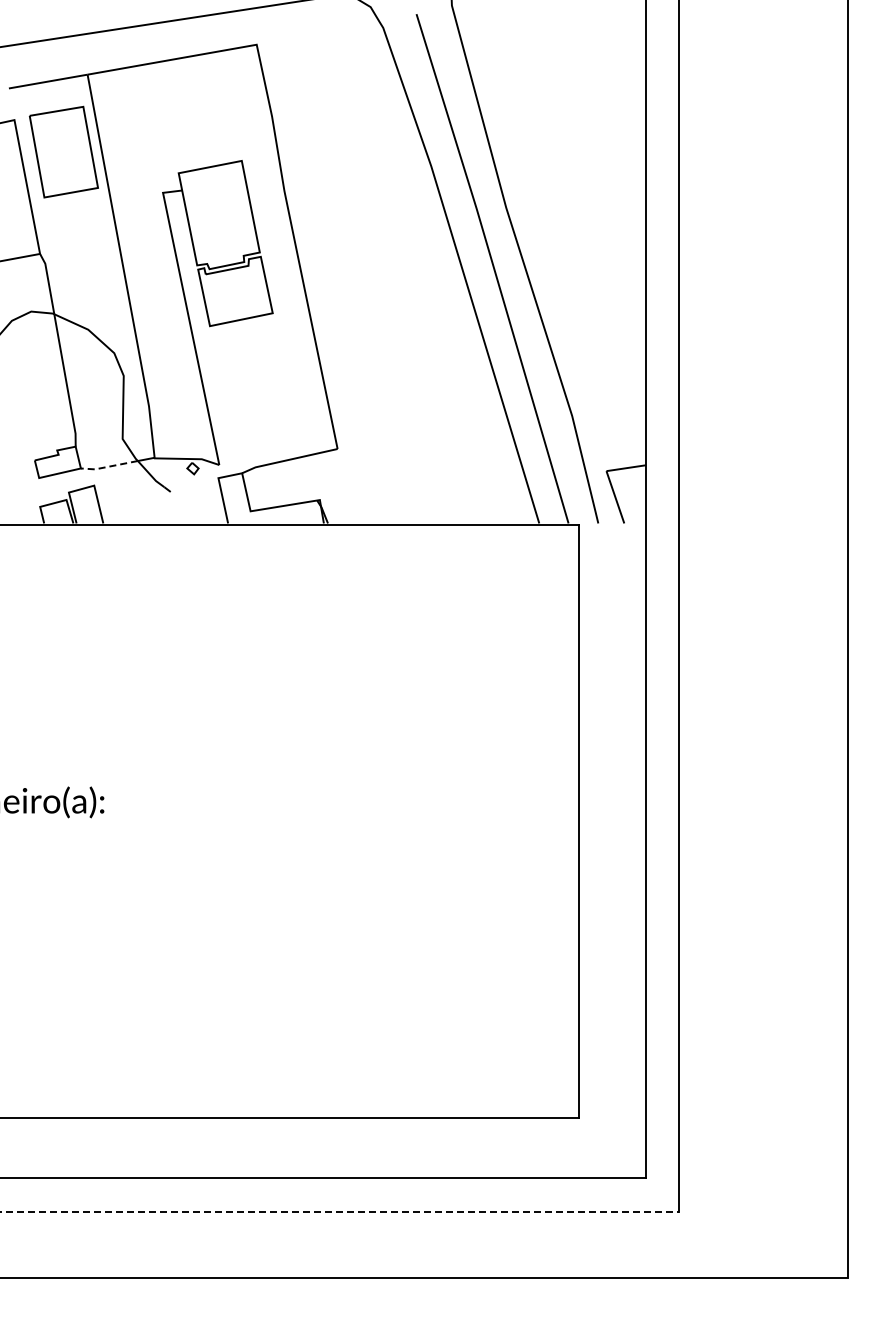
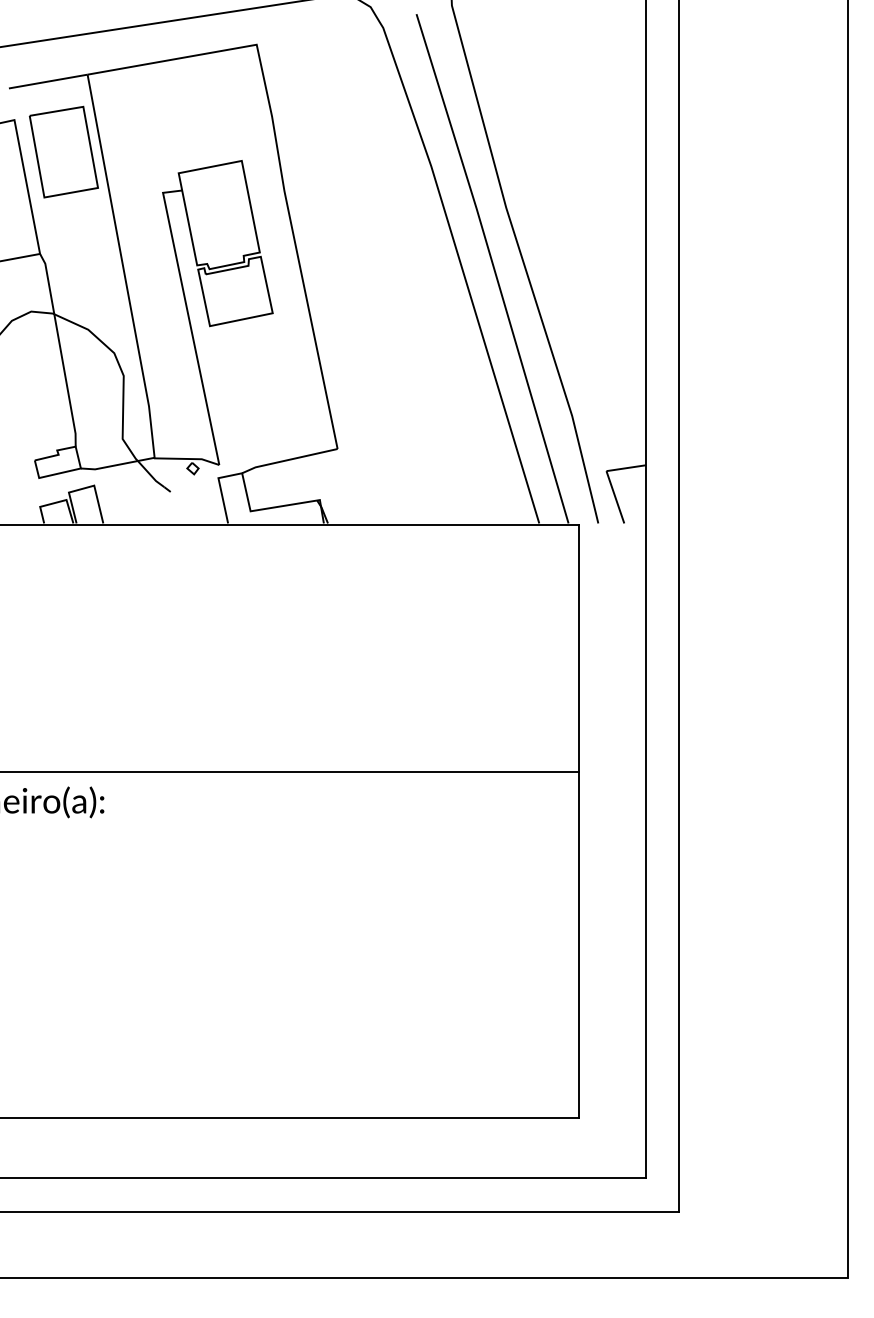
line at (108, 466): dashed -> solid
line at (290, 771): none -> present
line at (340, 1211): dashed -> solid
